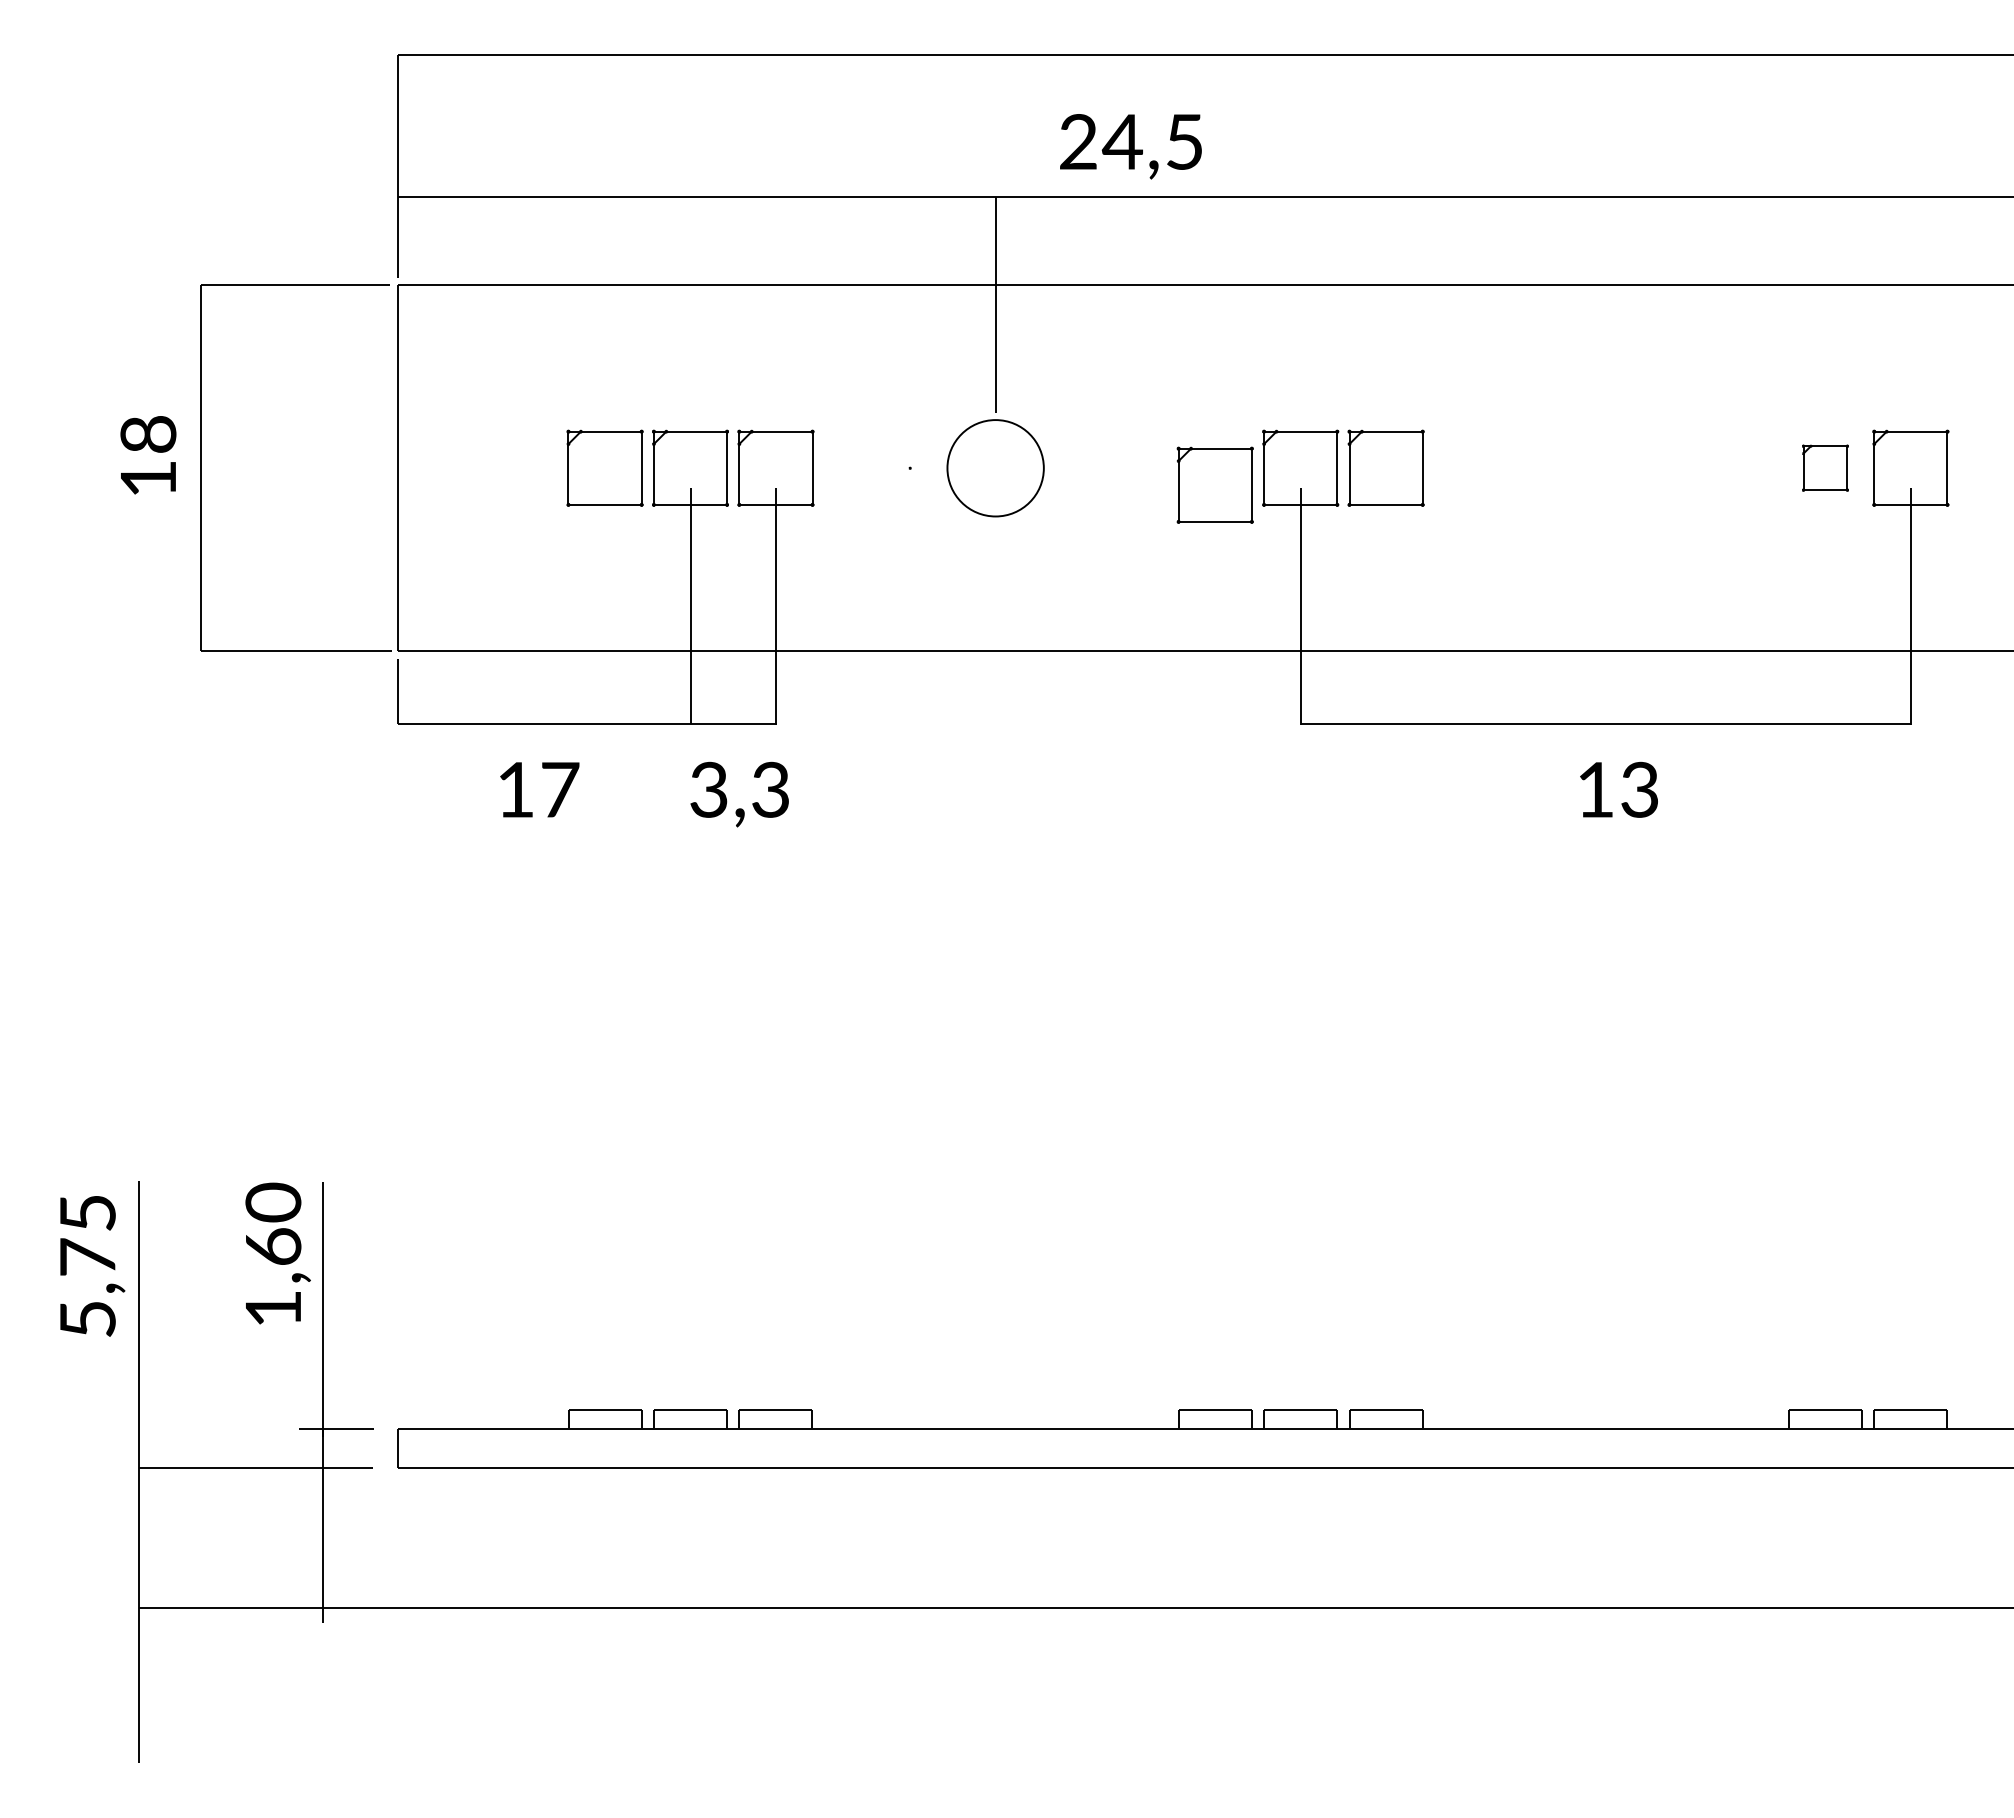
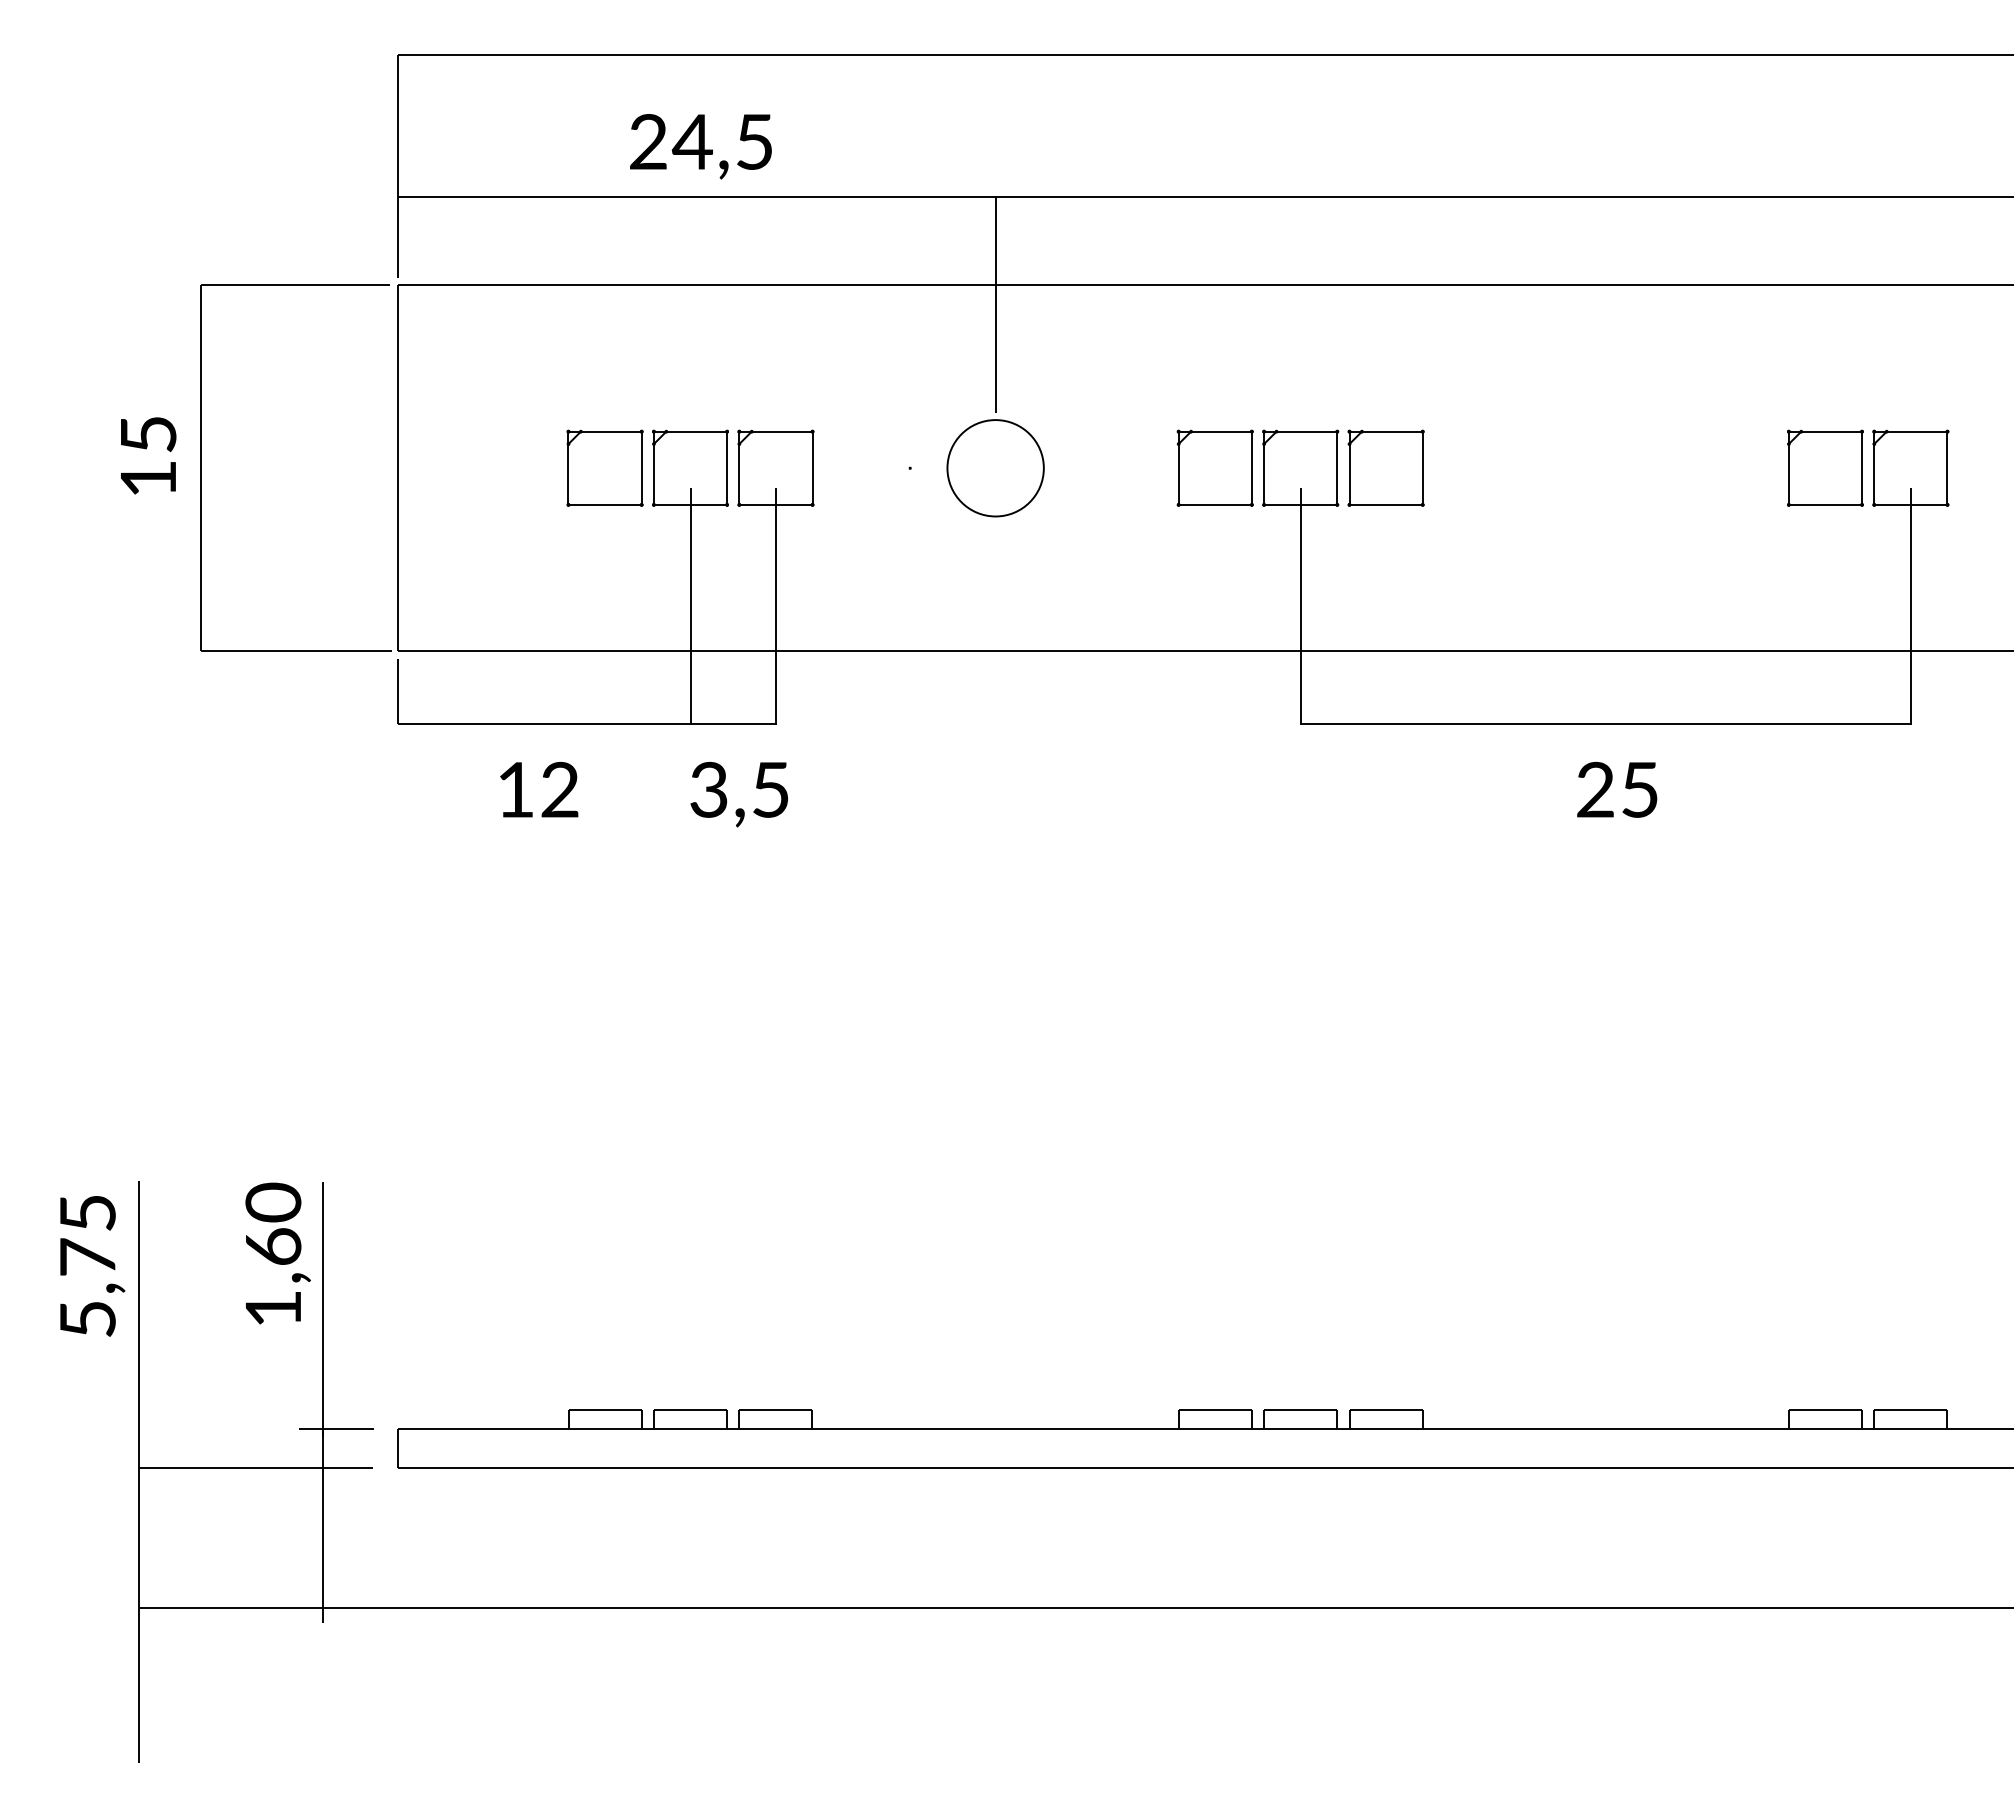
text at (1130, 146) position: (1130, 146) -> (700, 146)
text at (148, 434): 18 -> 15
part at (1825, 467) size: 47x48 px -> 77x78 px
part at (1214, 484) position: (1214, 484) -> (1214, 467)
text at (560, 789): 17 -> 12
text at (770, 789): 3,3 -> 3,5
text at (1617, 789): 13 -> 25
